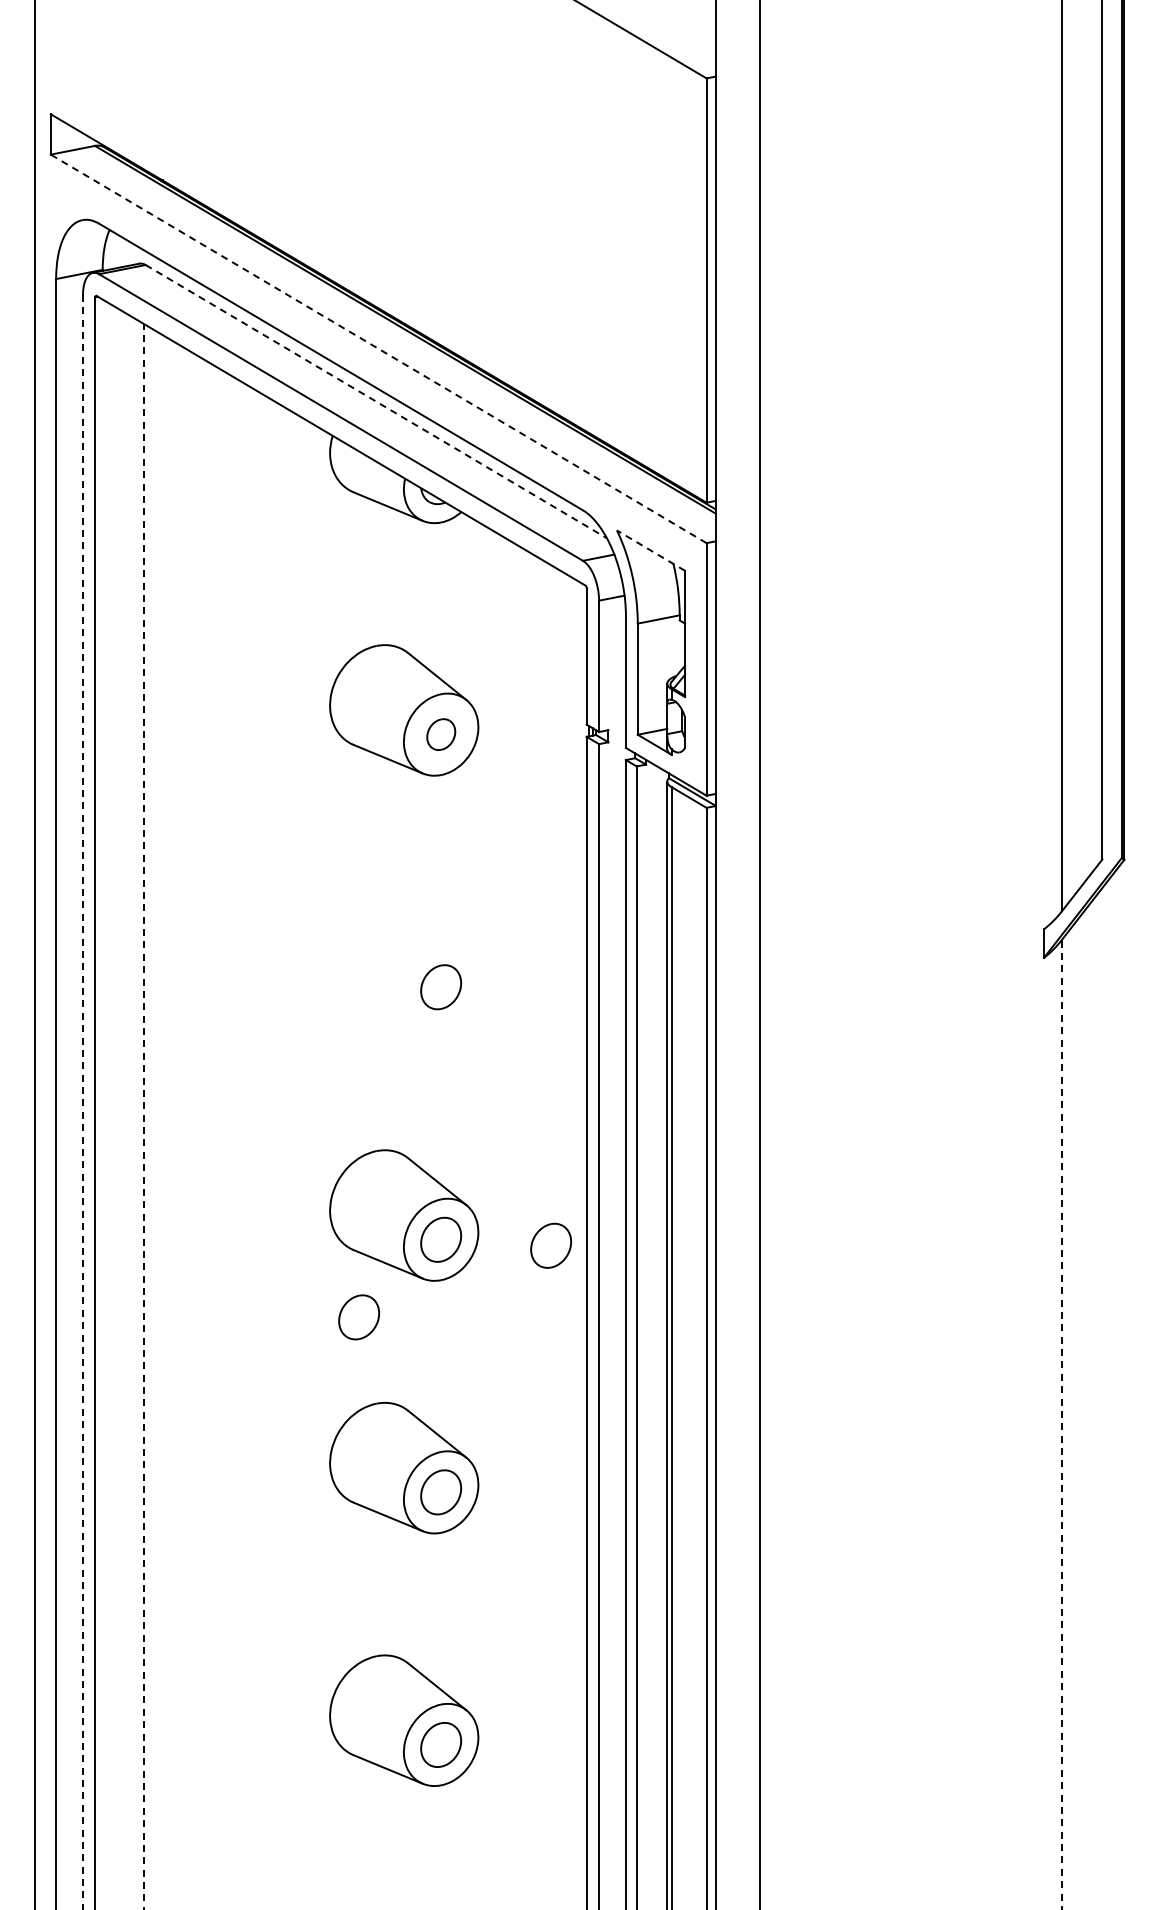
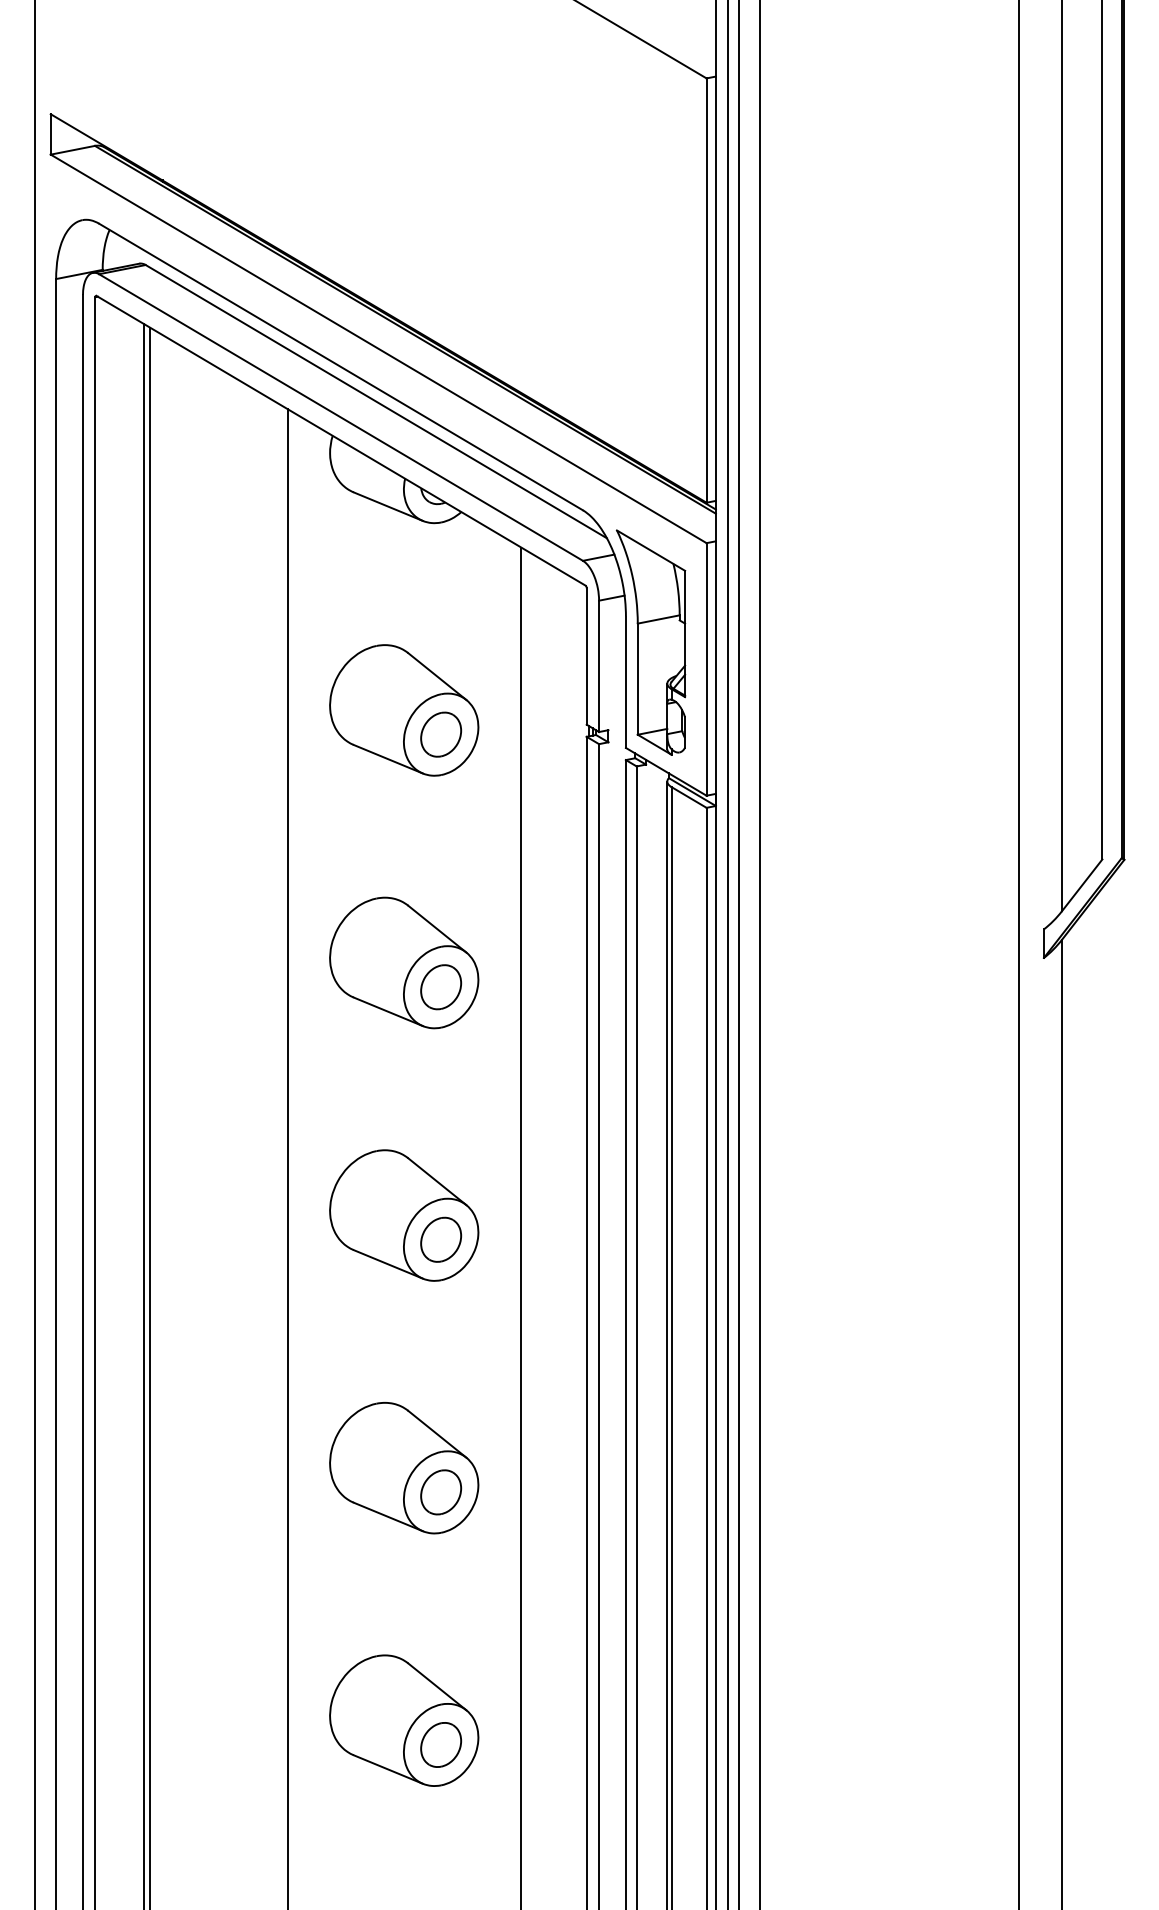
line at (378, 348): dashed -> solid
line at (376, 401): dashed -> solid
line at (651, 550): dashed -> solid
part at (441, 734) size: 31x33 px -> 43x47 px
line at (728, 954): none -> present
line at (739, 954): none -> present
line at (1018, 954): none -> present
part at (404, 962): none -> present
line at (83, 1102): dashed -> solid
line at (143, 1116): dashed -> solid
line at (150, 1116): none -> present
line at (288, 1157): none -> present
line at (521, 1226): none -> present
part at (551, 1245): present -> none
part at (359, 1317): present -> none
line at (1062, 1424): dashed -> solid
